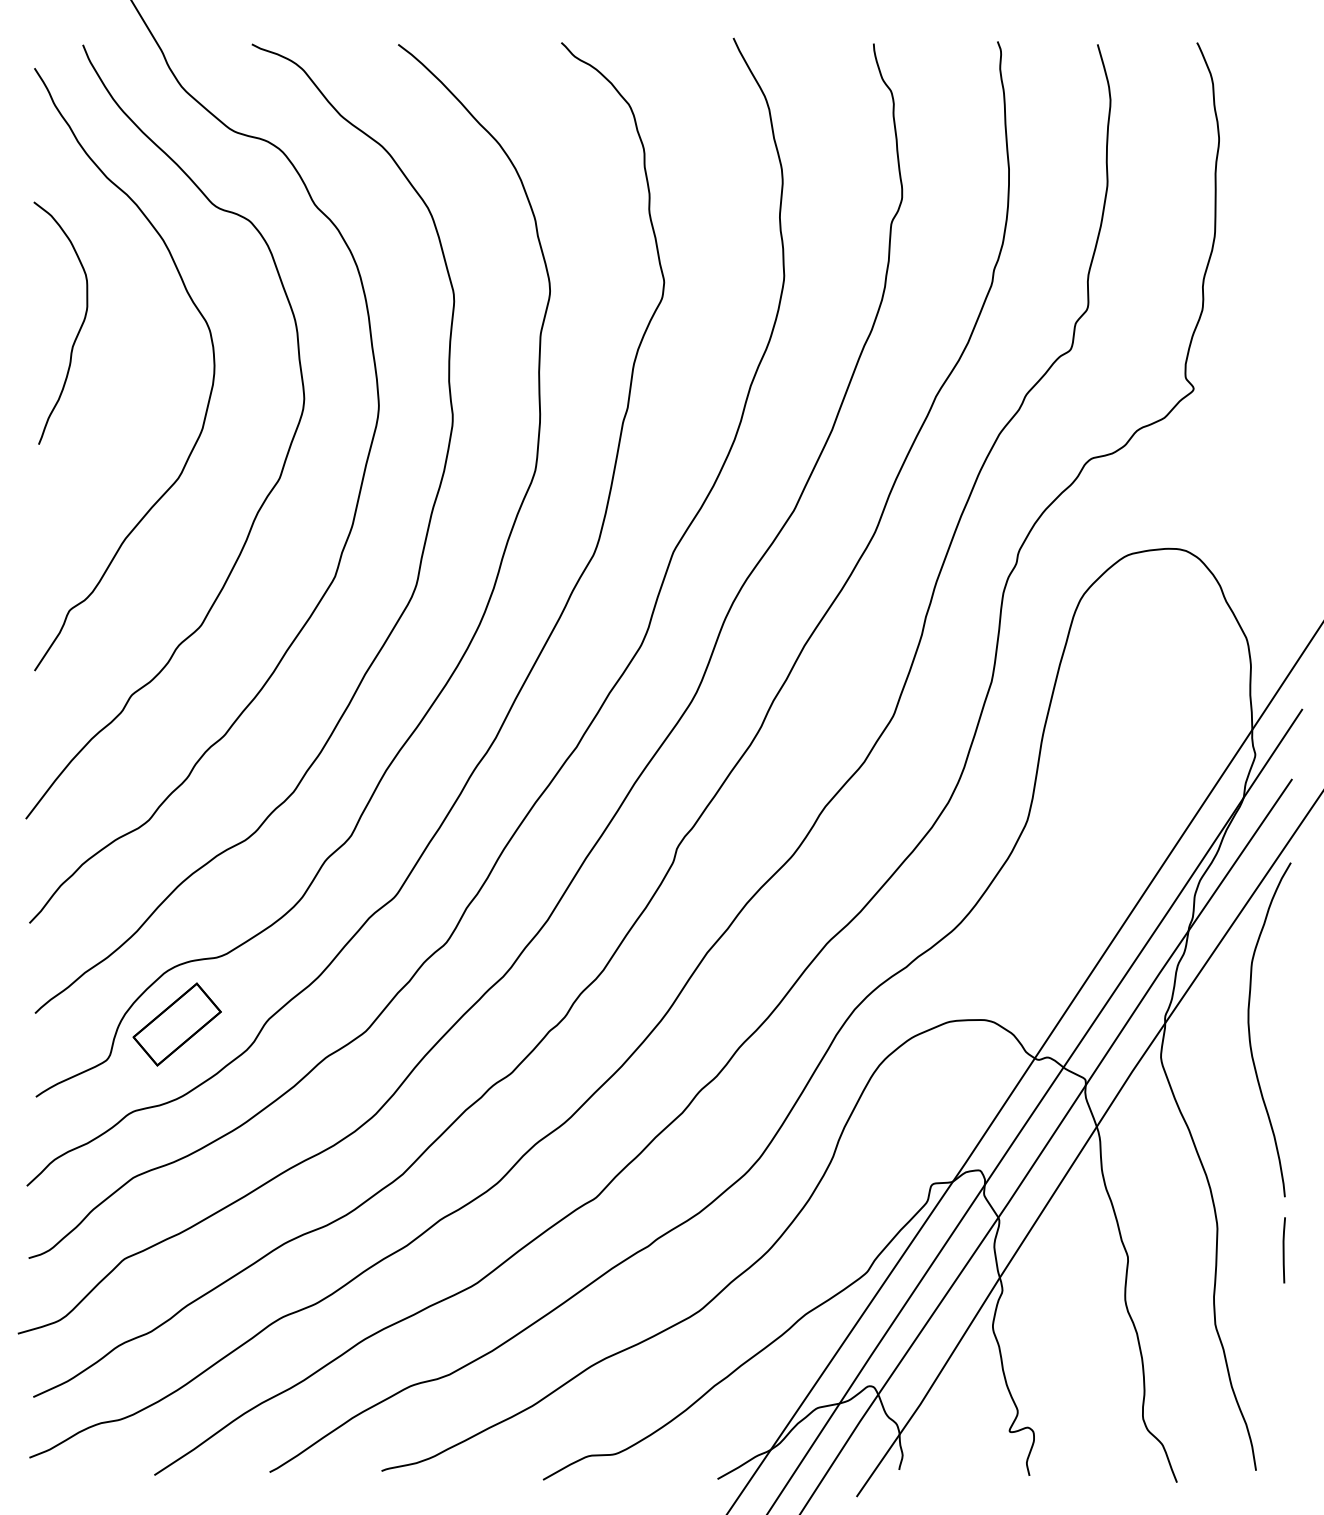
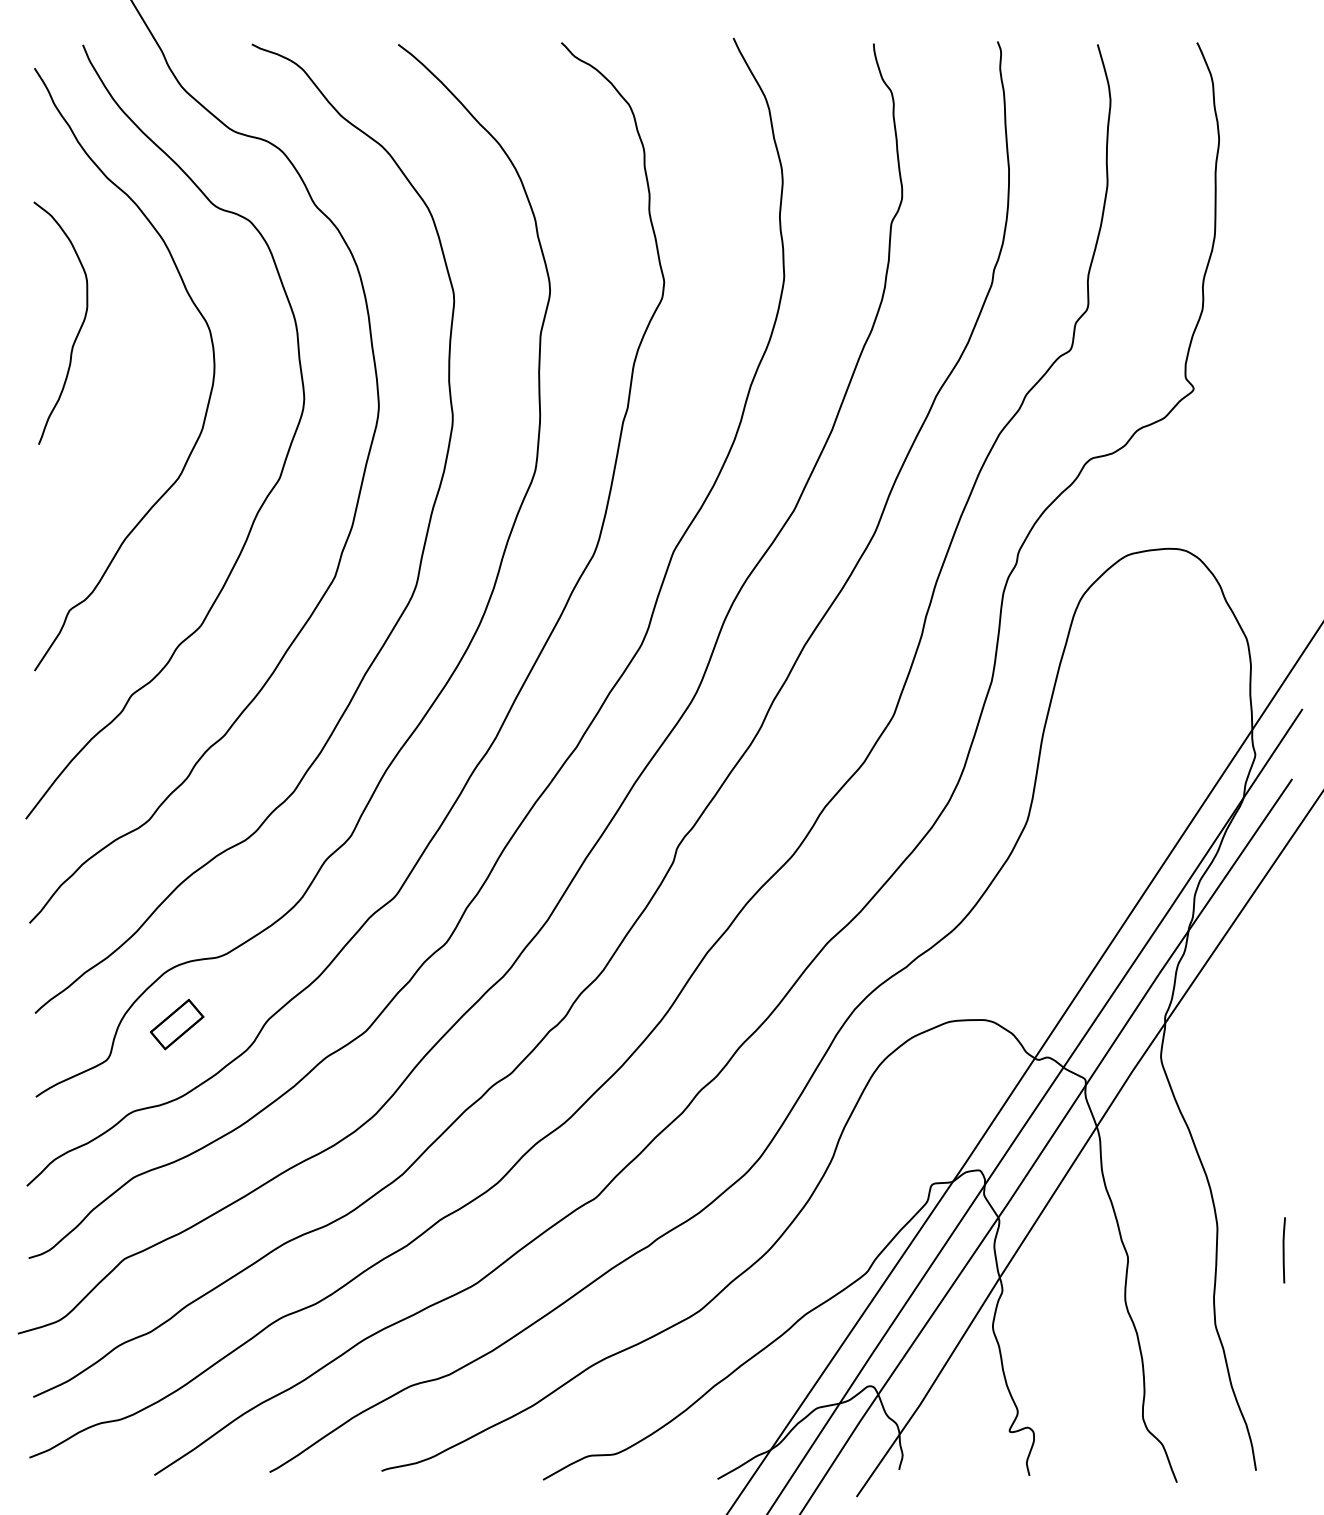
part at (176, 1024) size: 90x85 px -> 55x53 px
curve at (1250, 1032): present -> none
